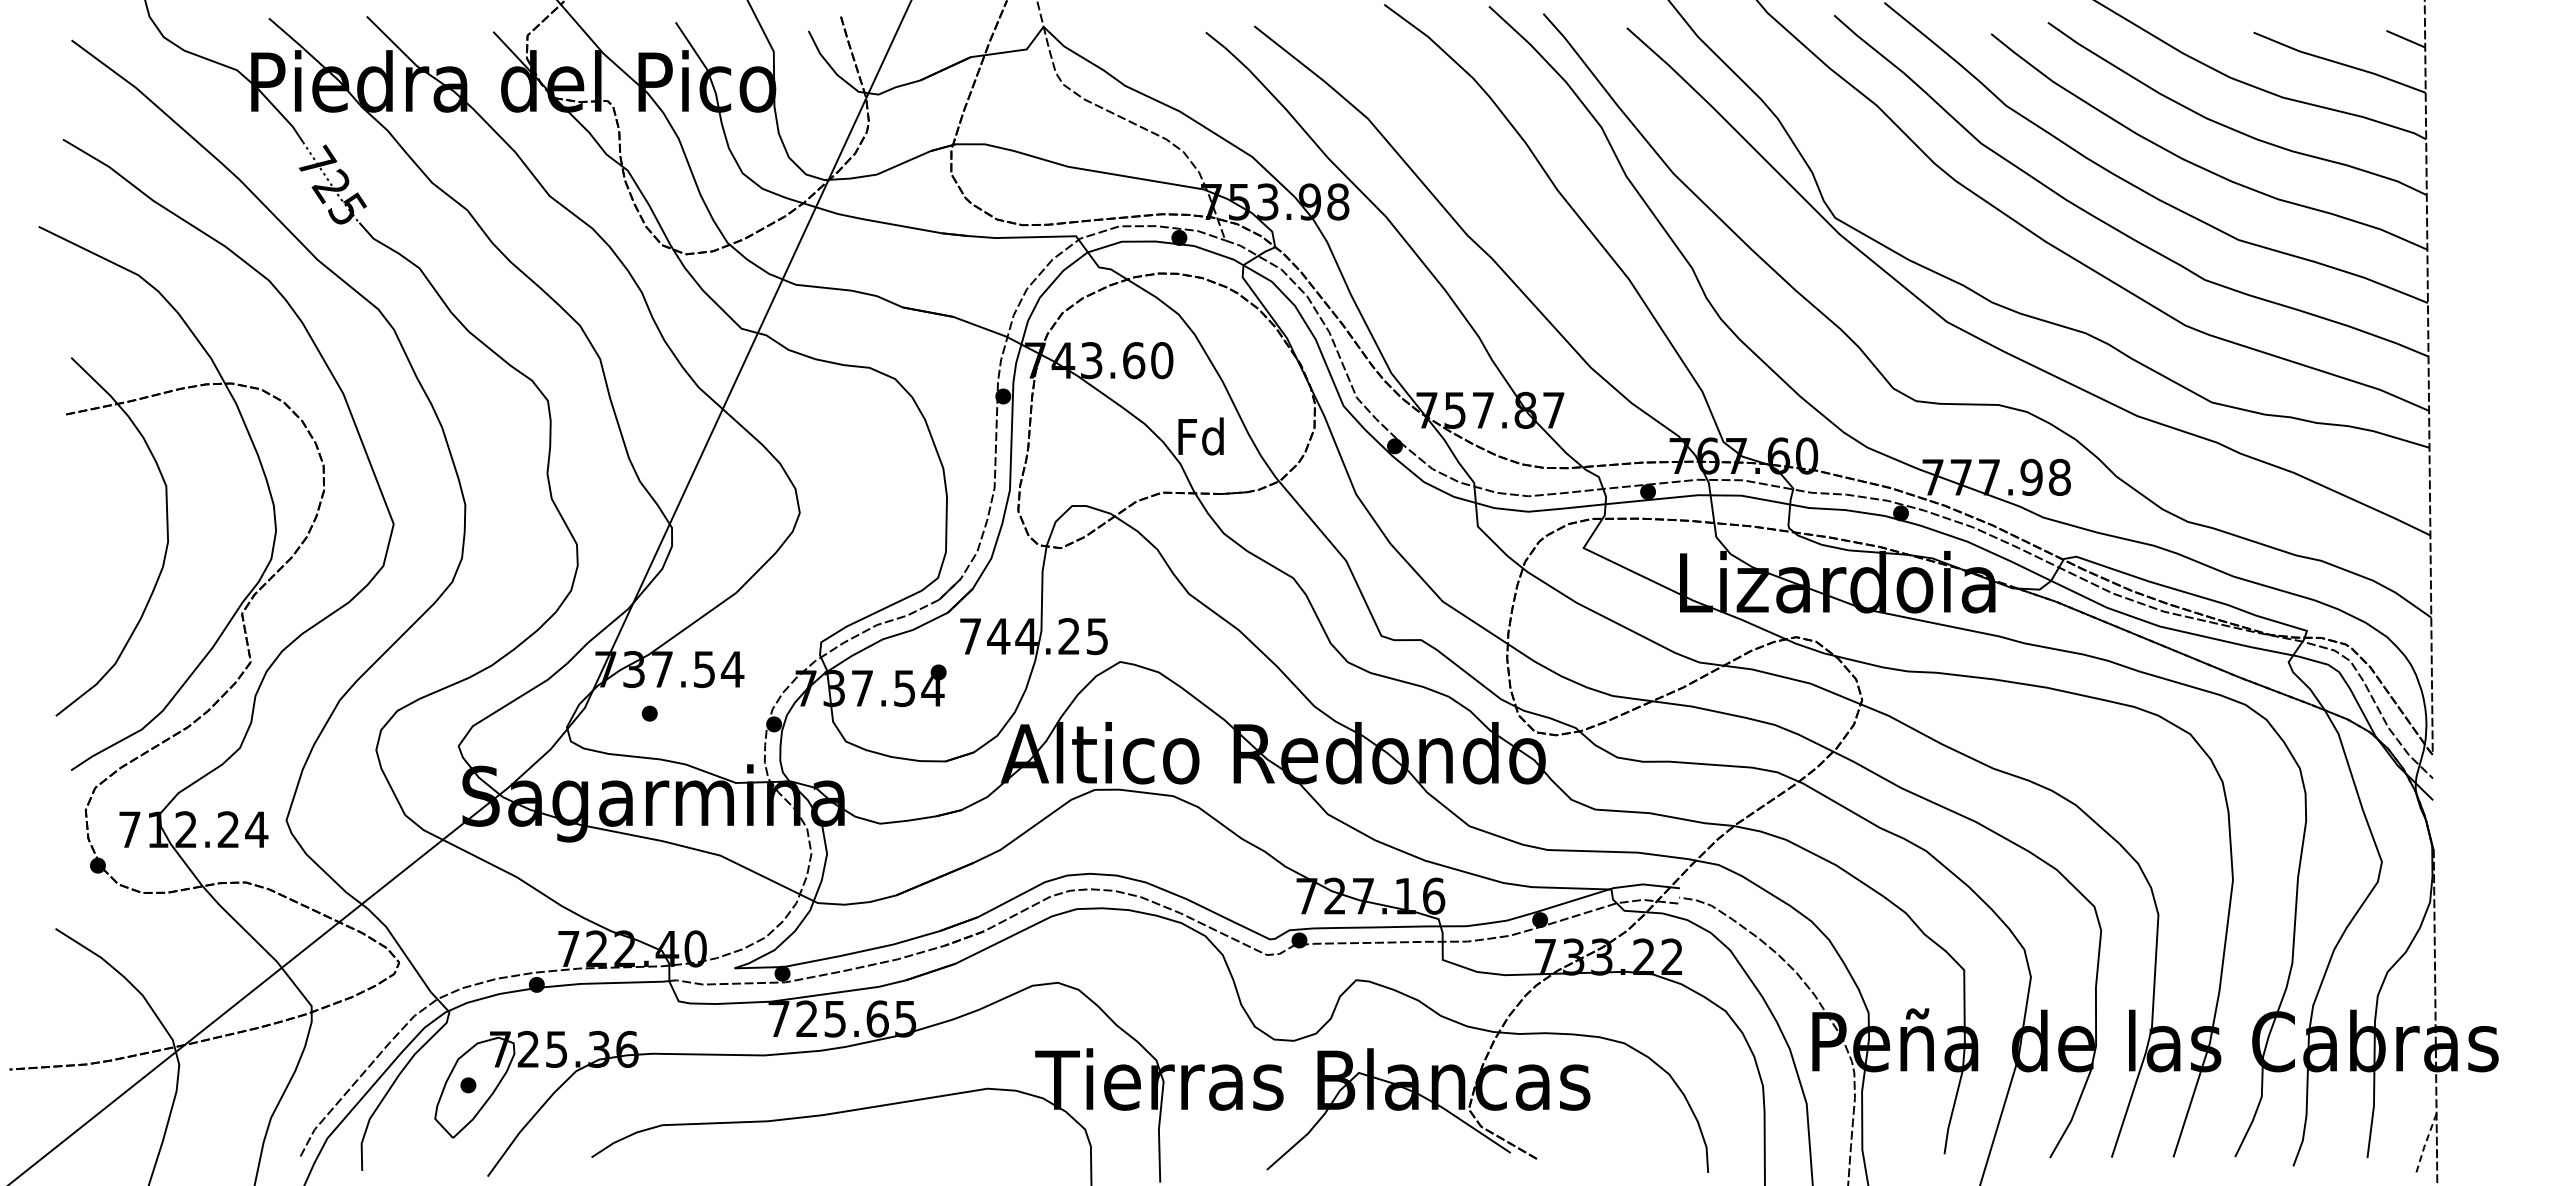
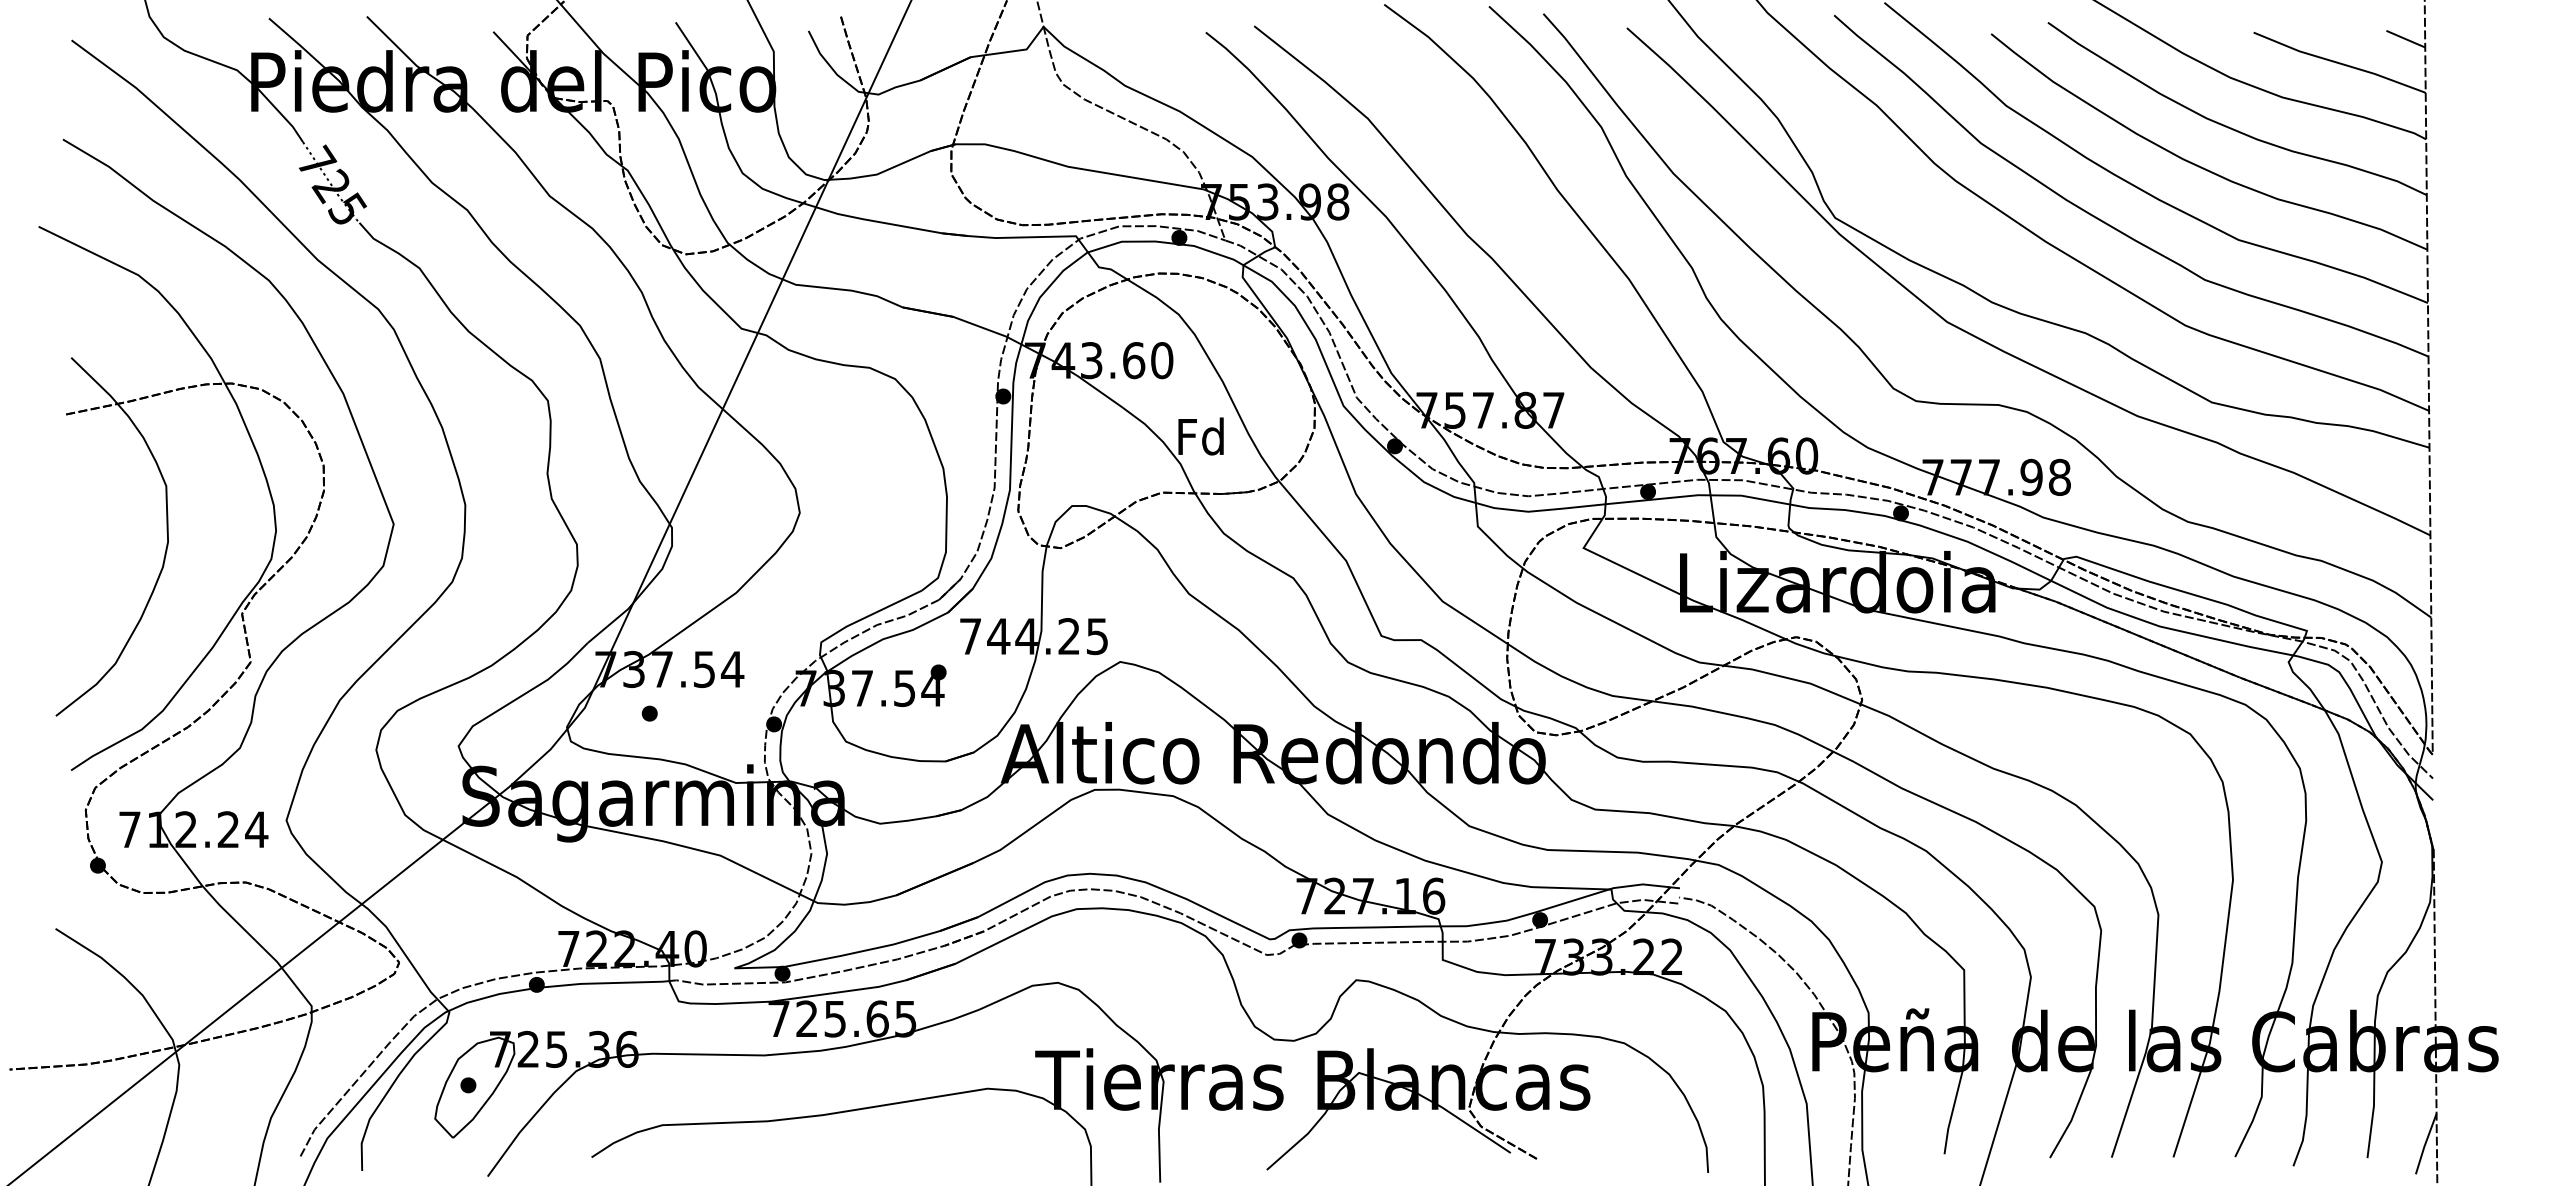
line at (2425, 1144): dashed -> solid
